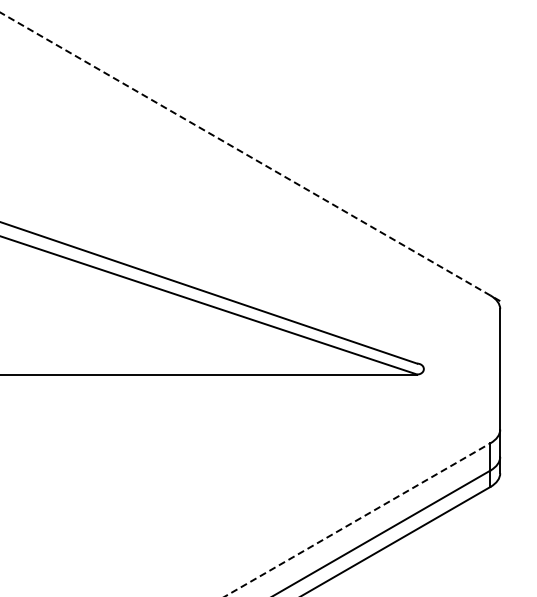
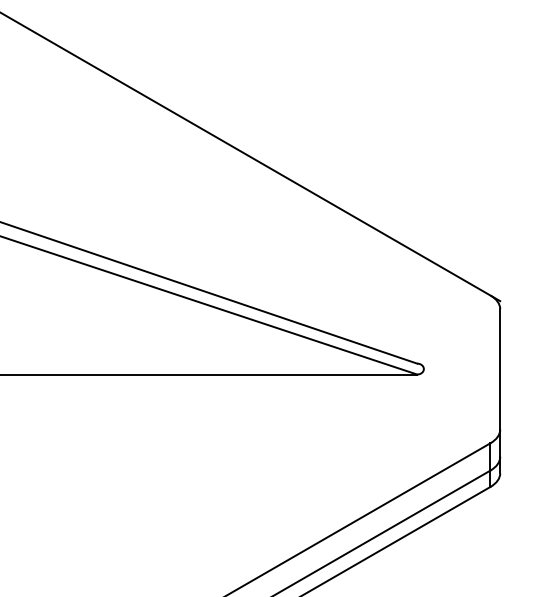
line at (249, 156): dashed -> solid
line at (358, 519): dashed -> solid
